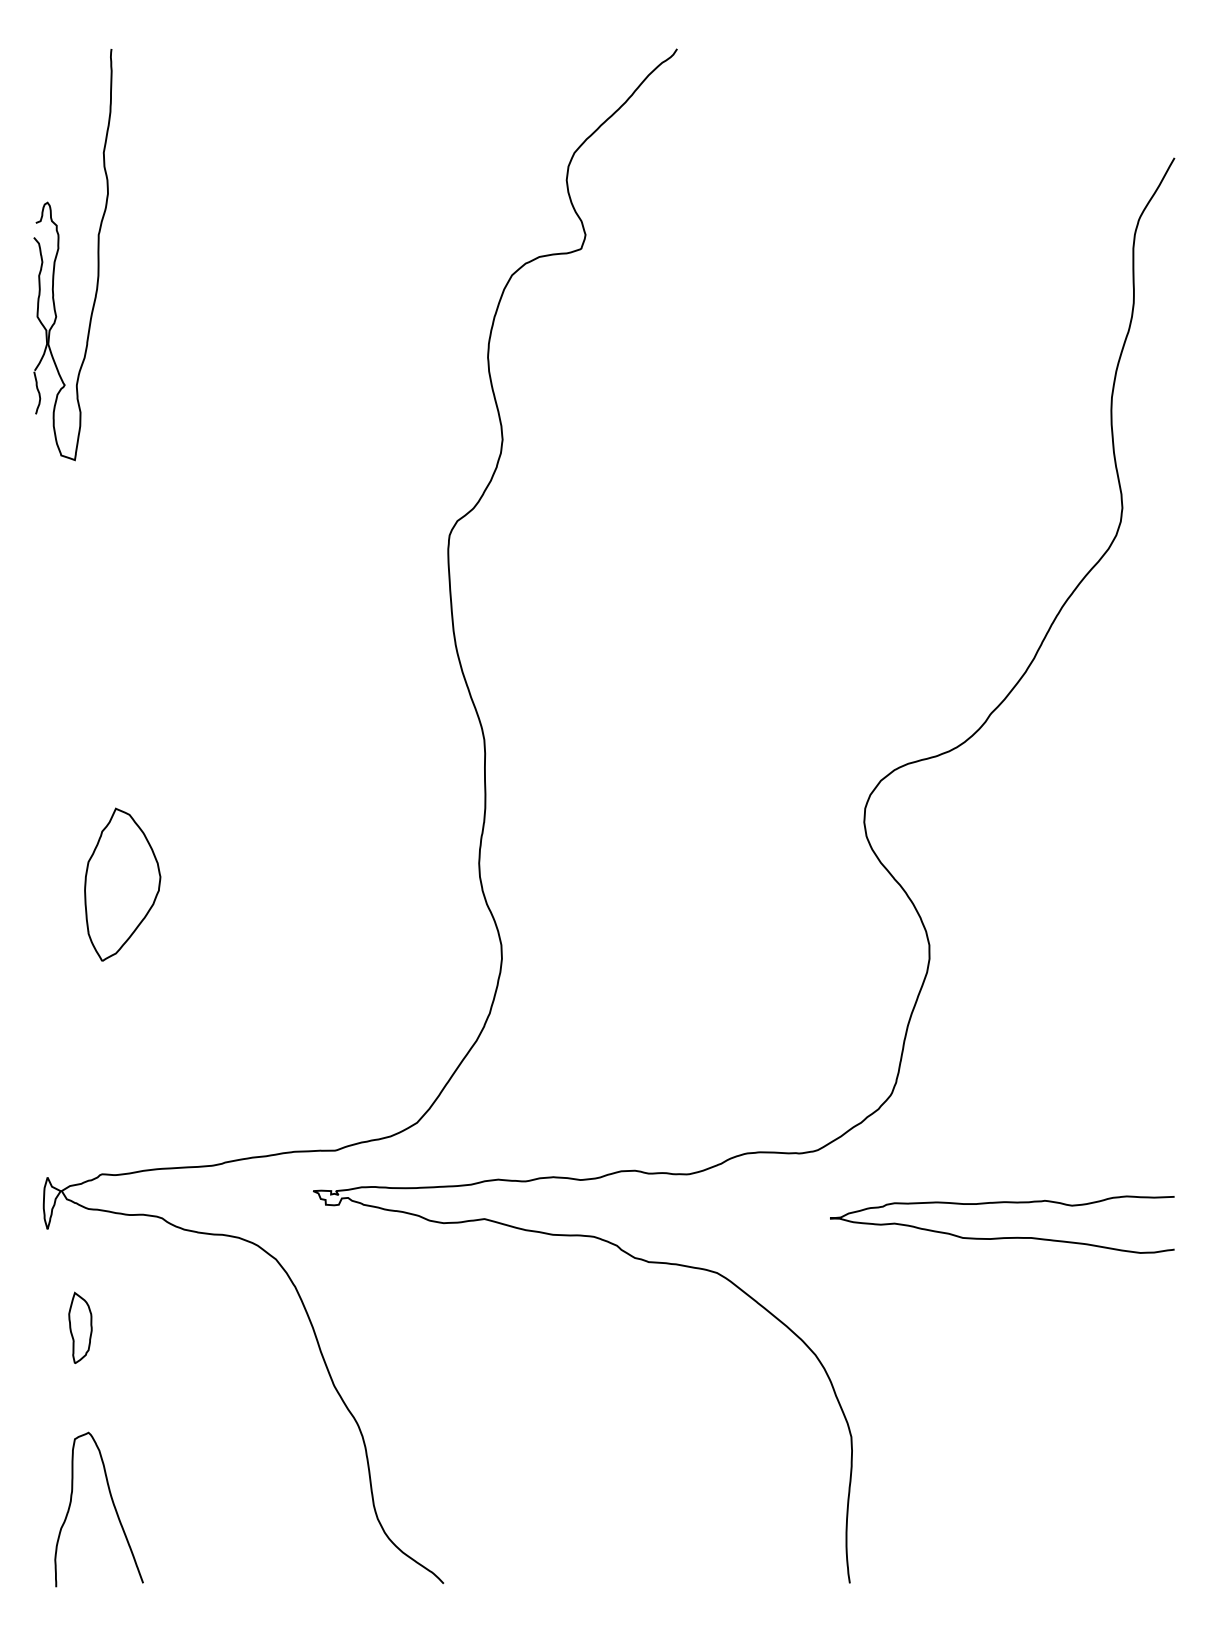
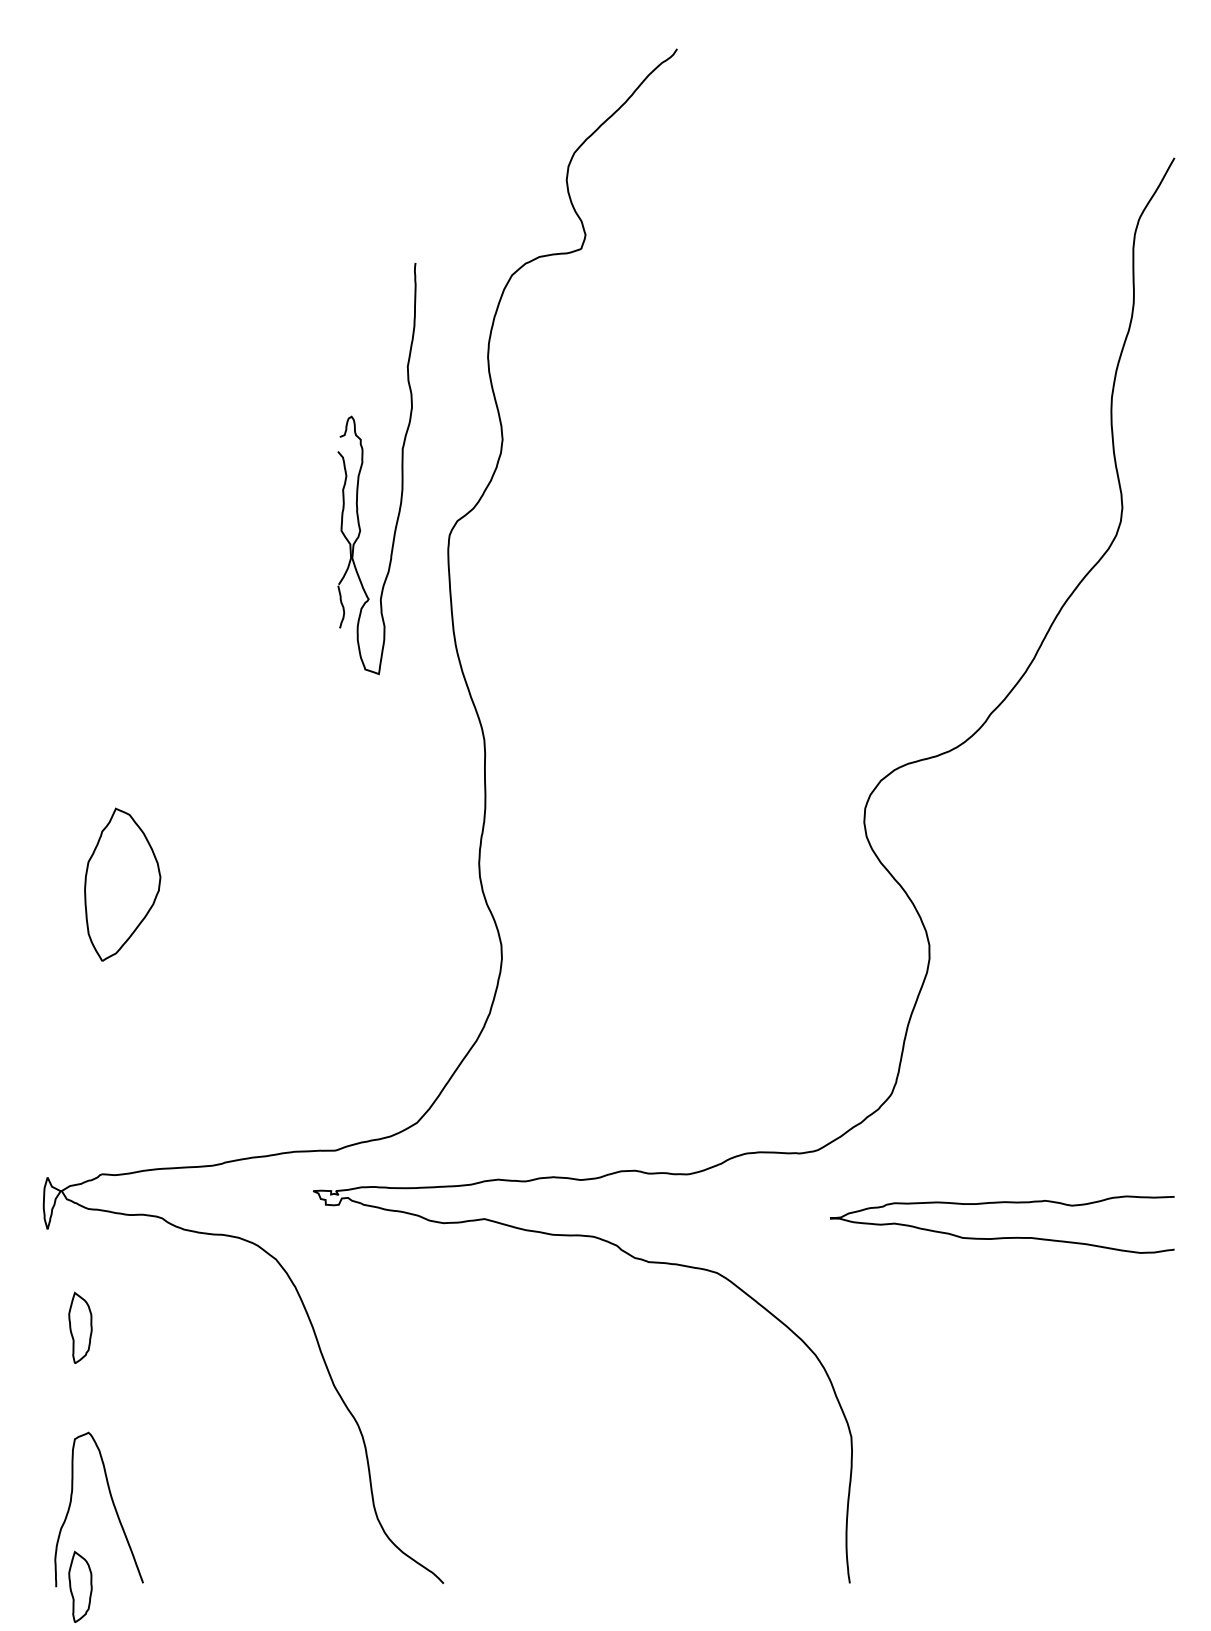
part at (59, 249) position: (59, 249) -> (363, 463)
part at (80, 1586): none -> present
